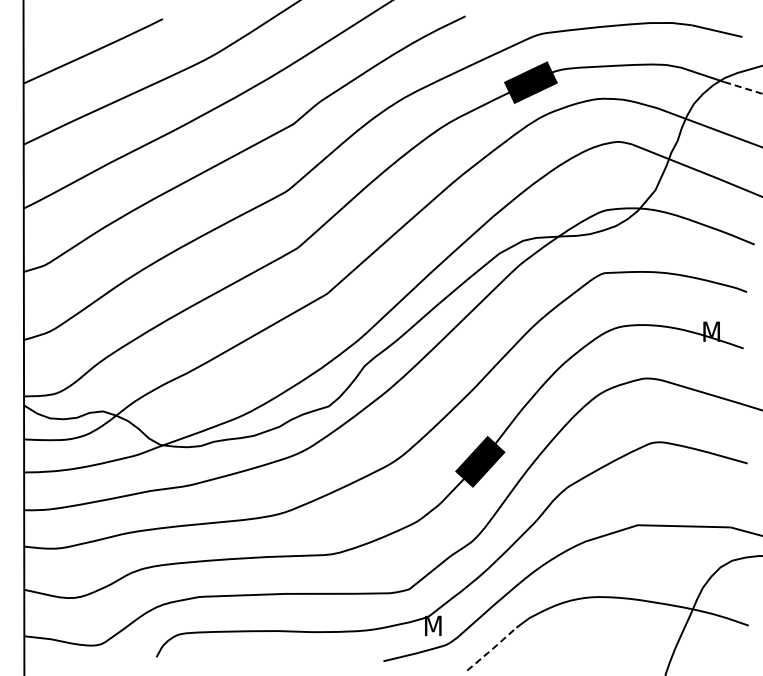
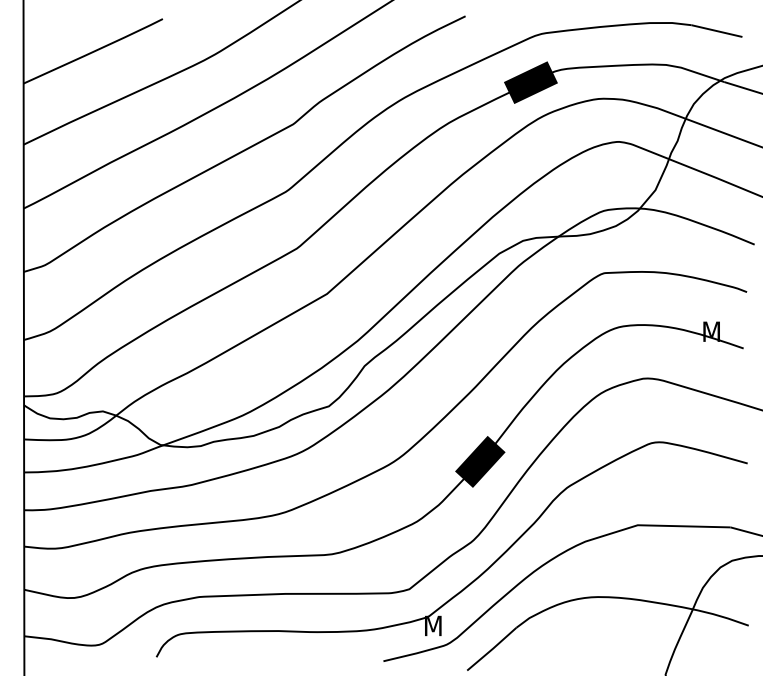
line at (743, 87): dashed -> solid
line at (492, 649): dashed -> solid
